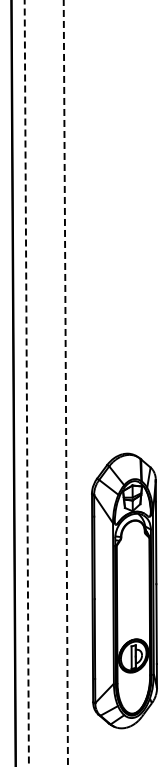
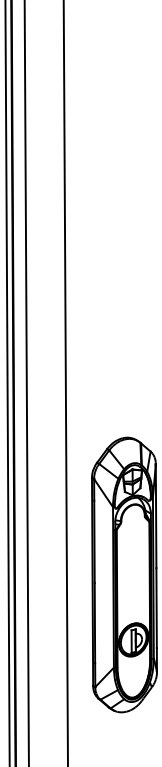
line at (7, 382): none -> present
line at (26, 383): dashed -> solid
line at (65, 383): dashed -> solid
part at (124, 590) position: (124, 590) -> (124, 574)
